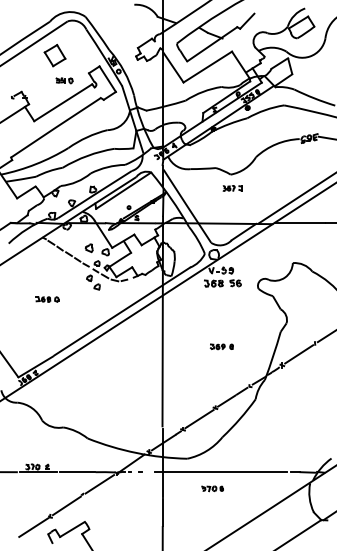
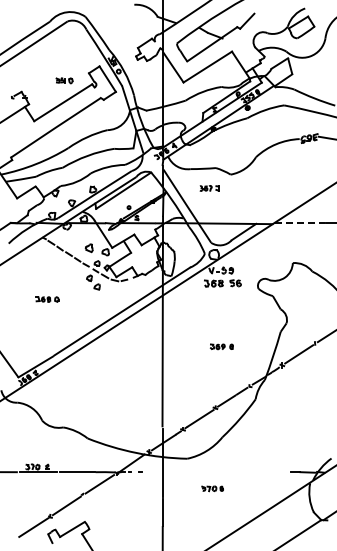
part at (54, 55): present -> none
part at (232, 188) position: (232, 188) -> (209, 188)
line at (295, 198): present -> none
line at (300, 223): solid -> dashed
line at (220, 472): present -> none
